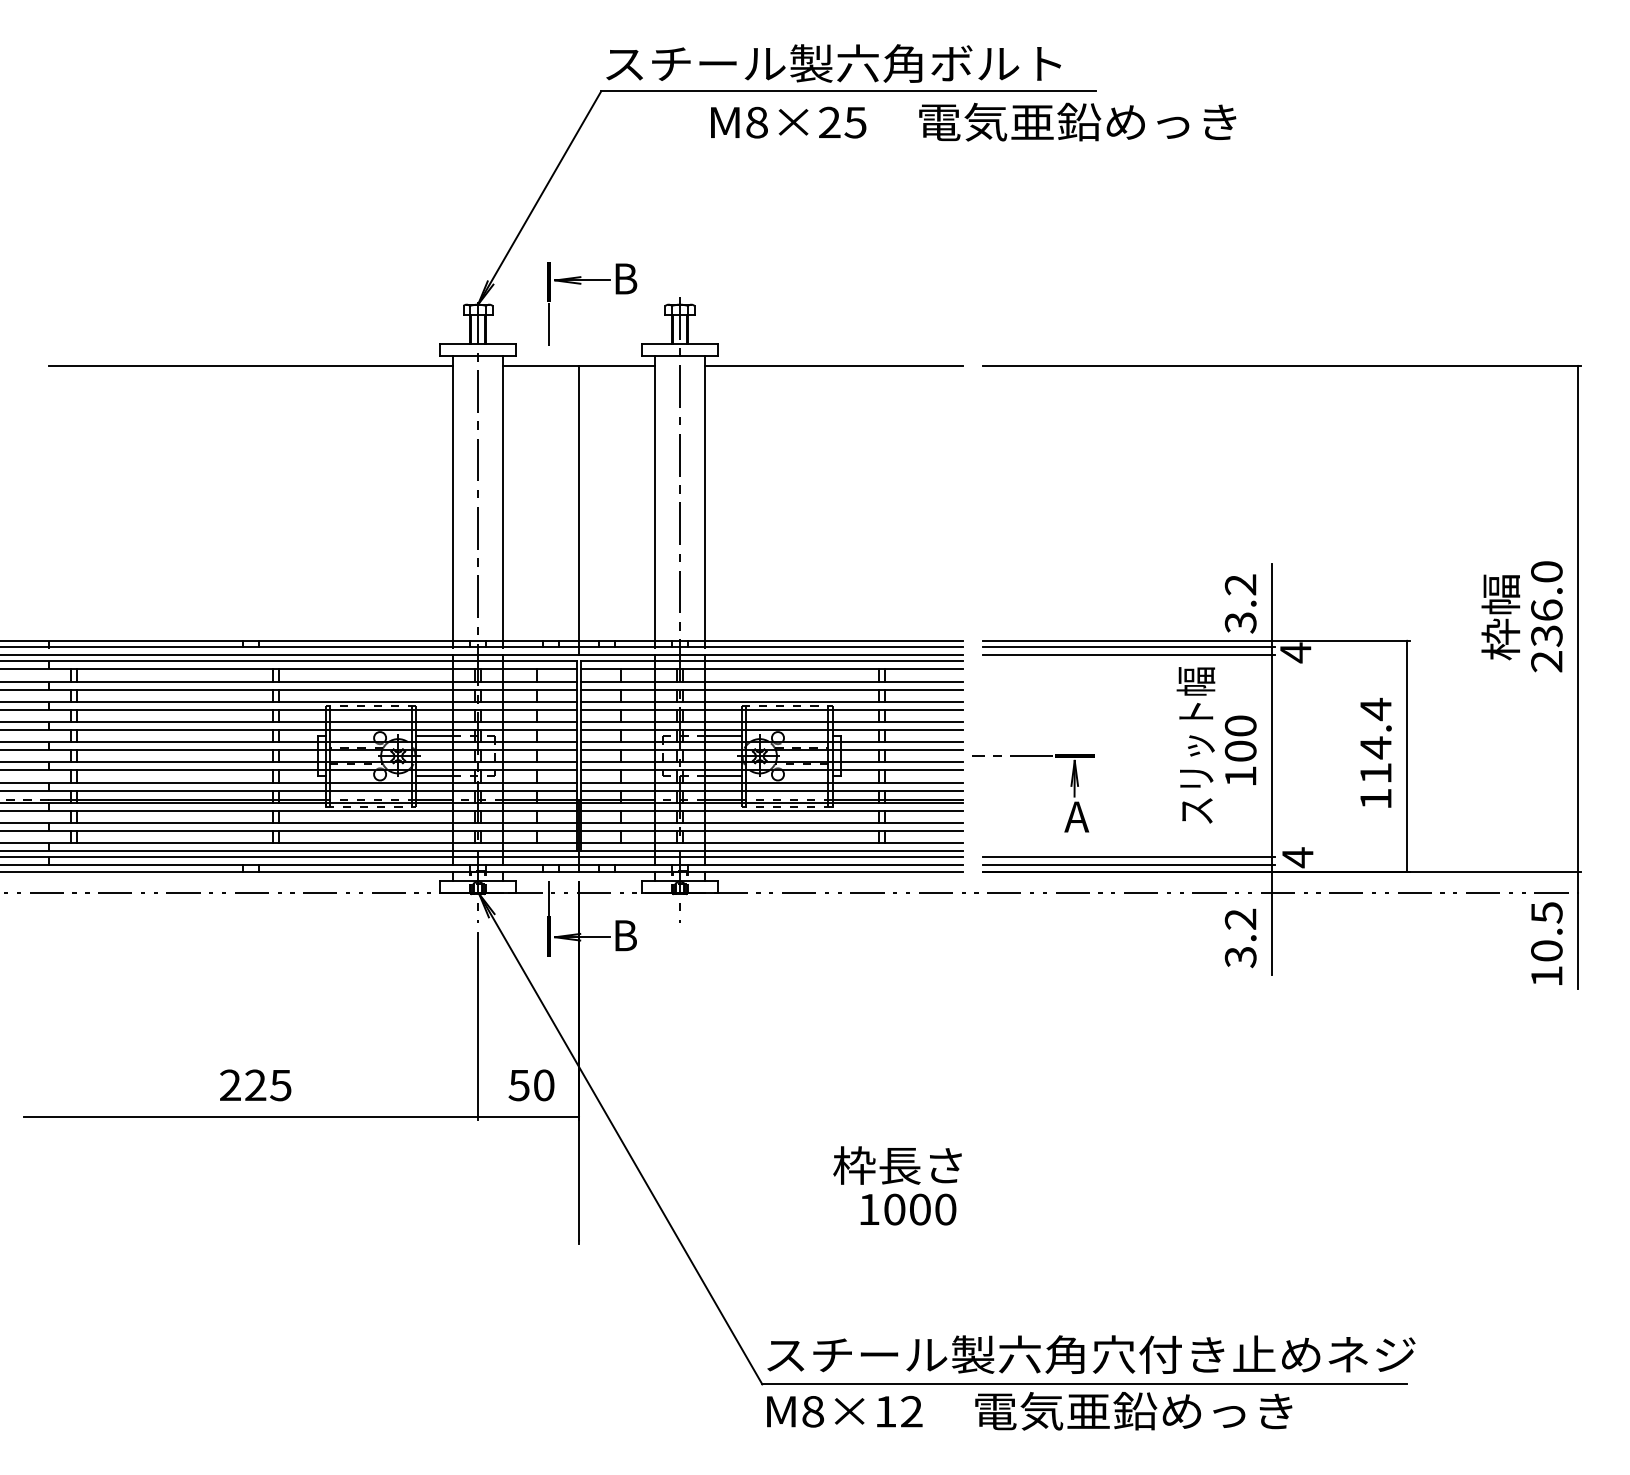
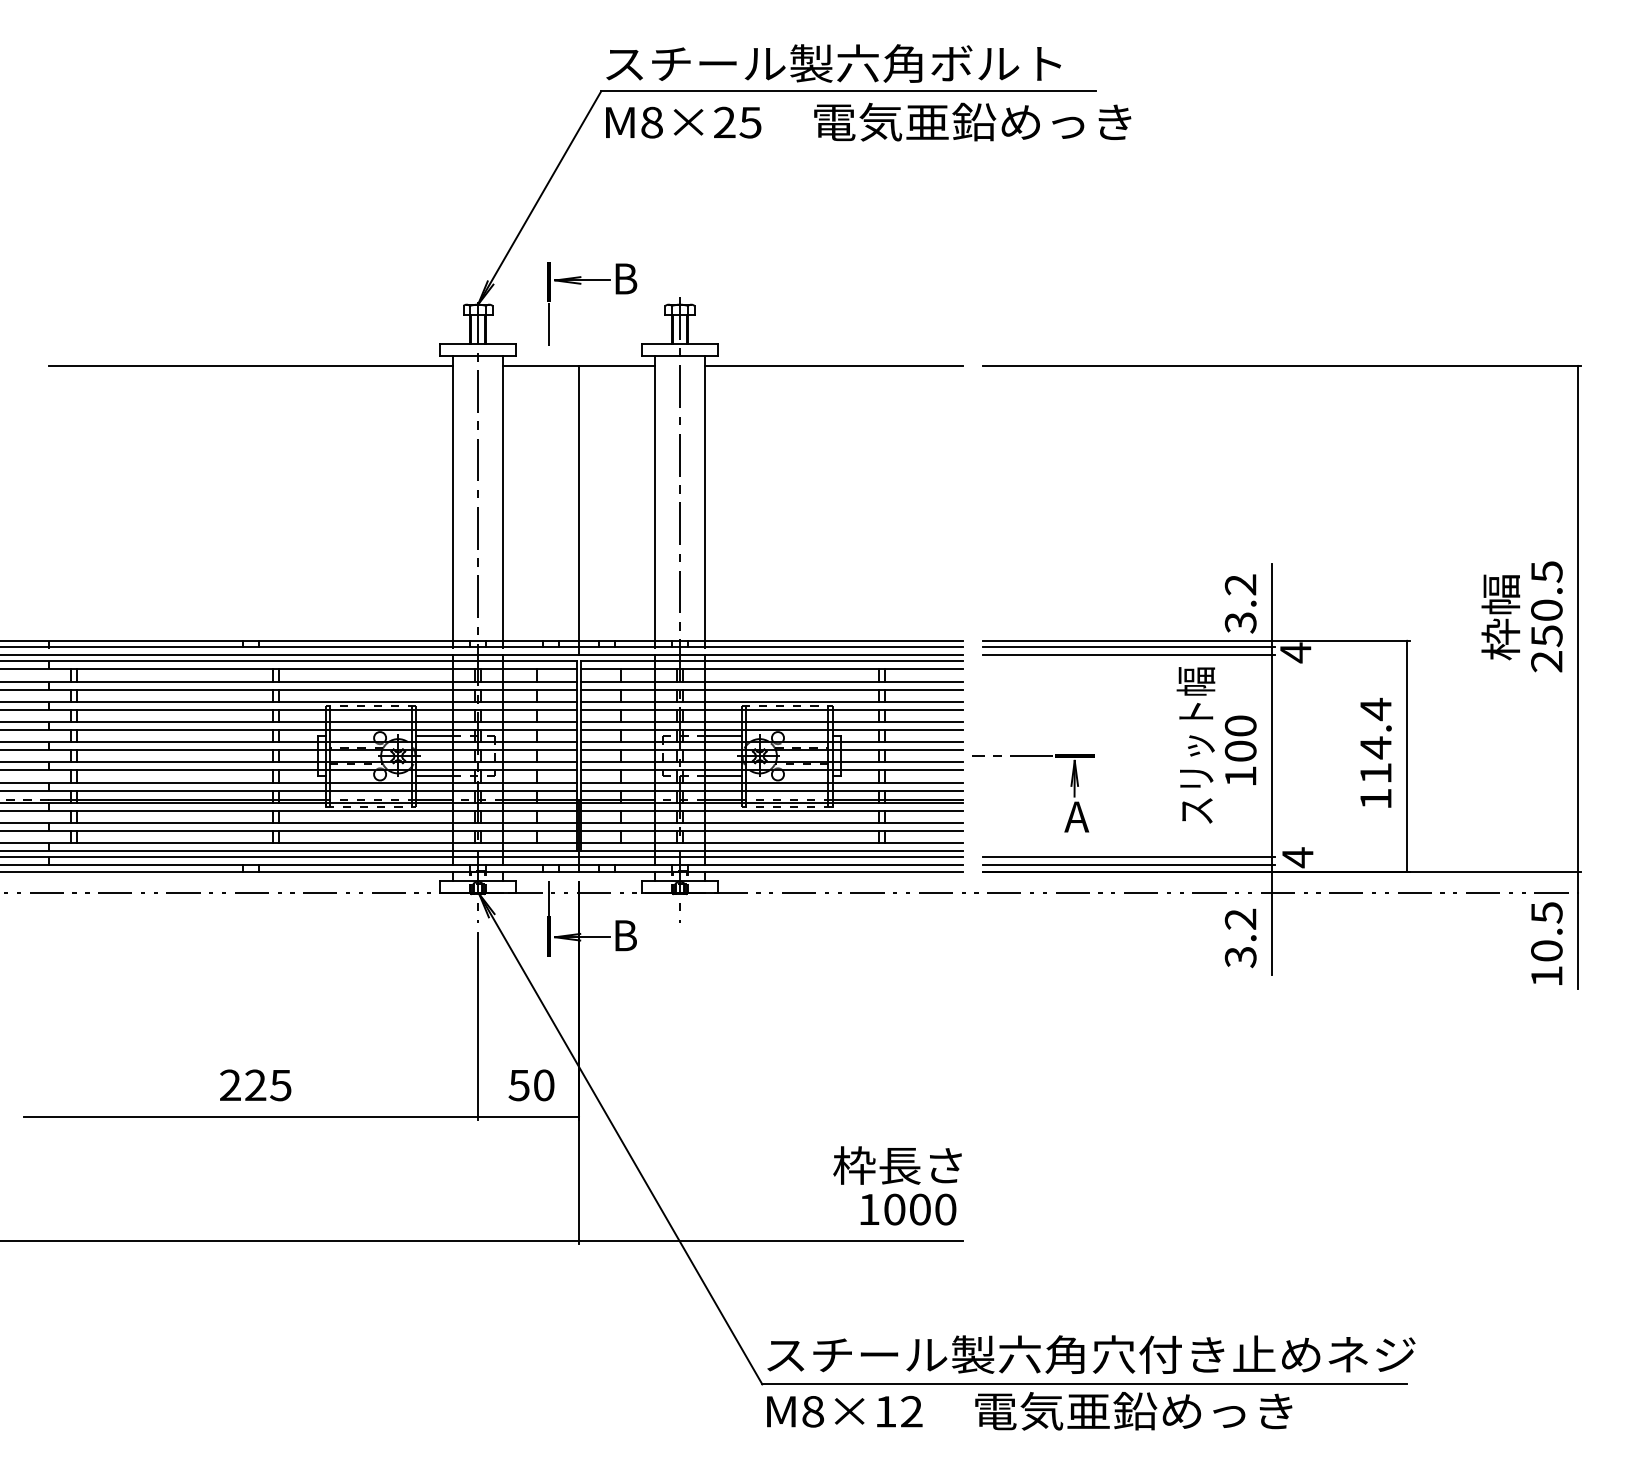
text at (973, 121) position: (973, 121) -> (868, 121)
text at (1546, 603): 236.0 -> 250.5
line at (482, 1240): none -> present
